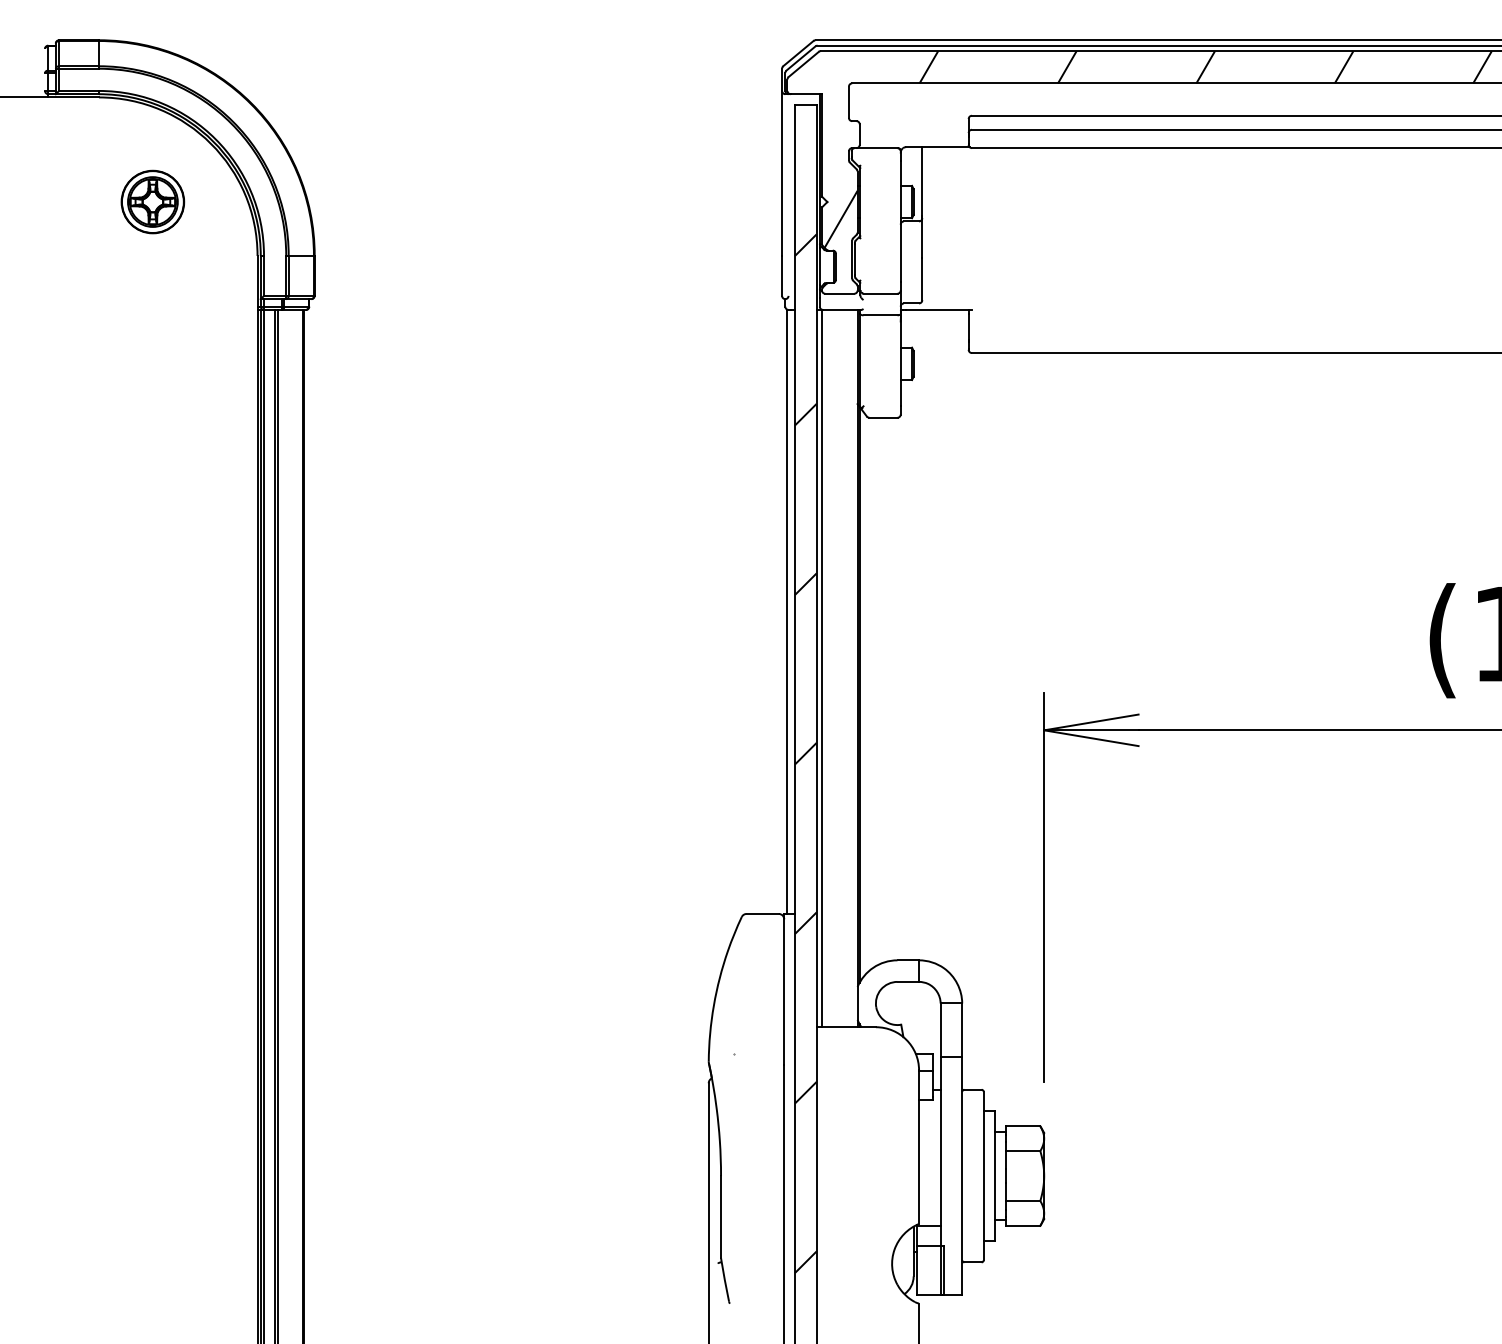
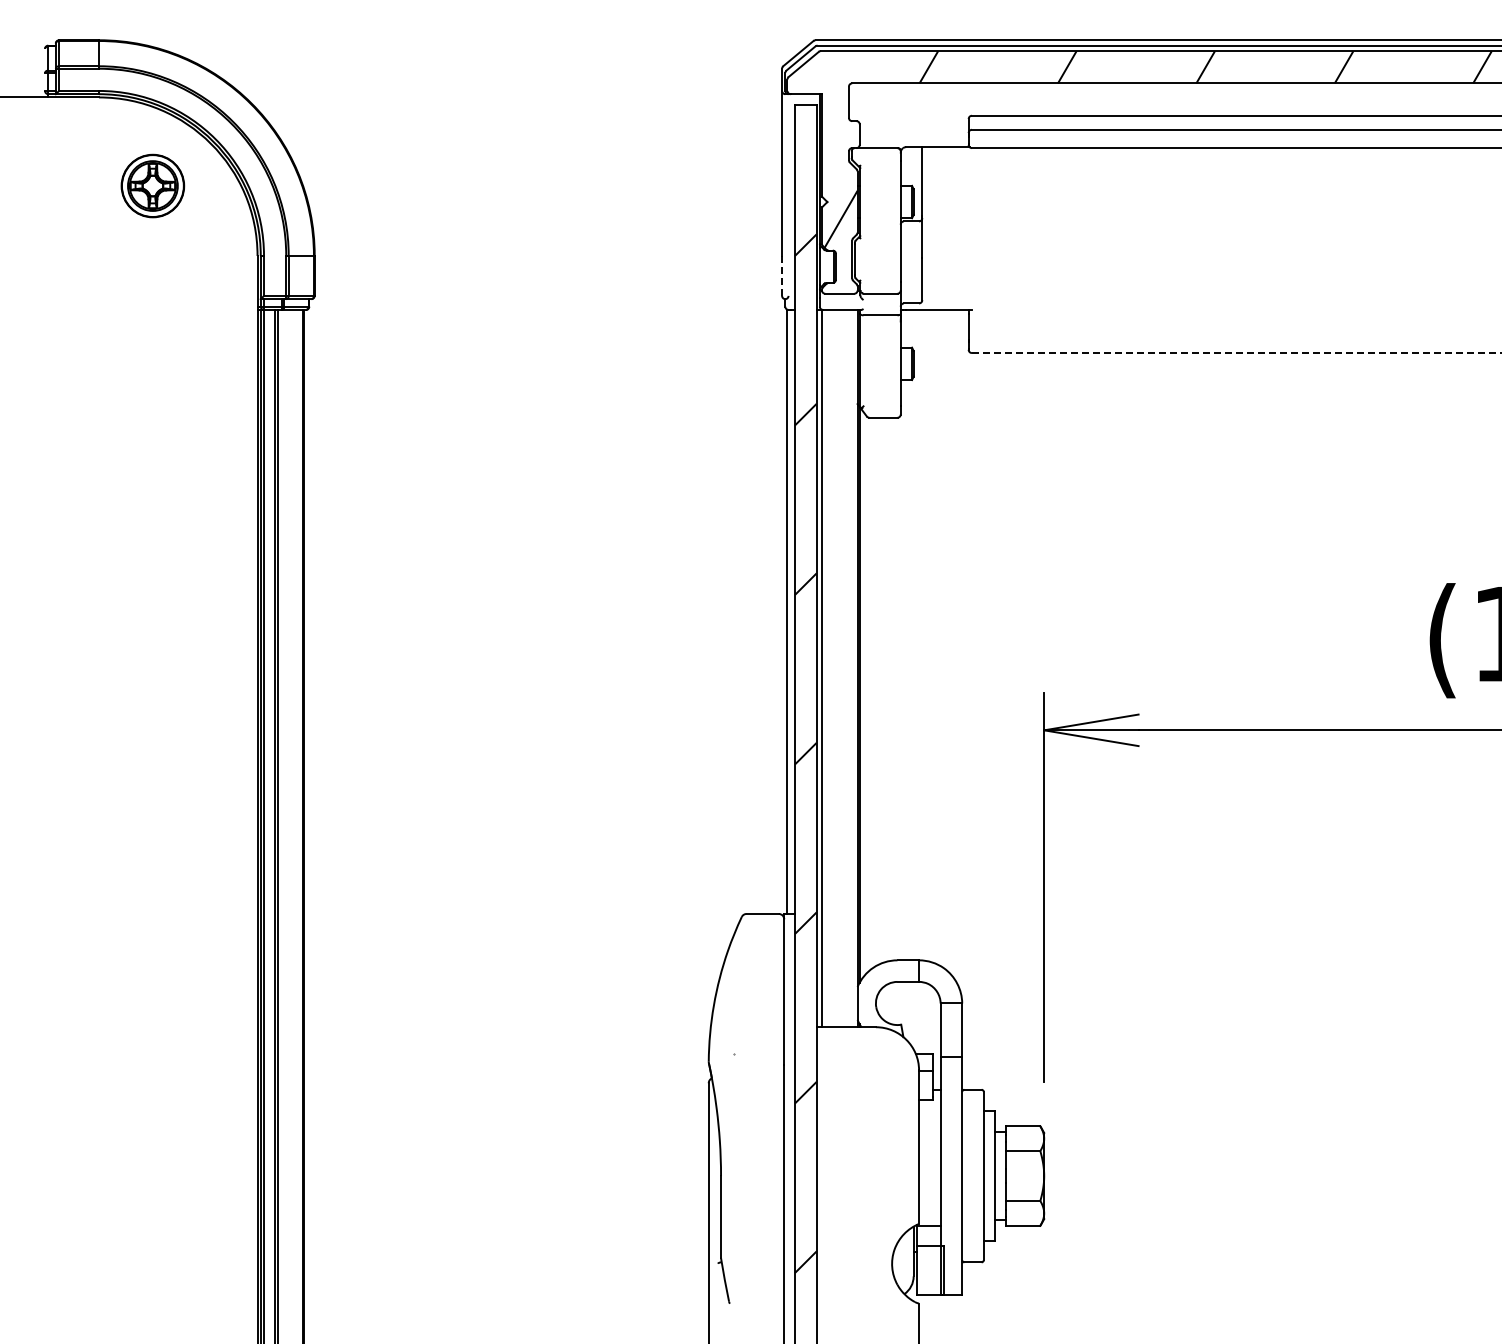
part at (152, 201) position: (152, 201) -> (152, 185)
line at (782, 275): solid -> dashed
line at (1236, 353): solid -> dashed
